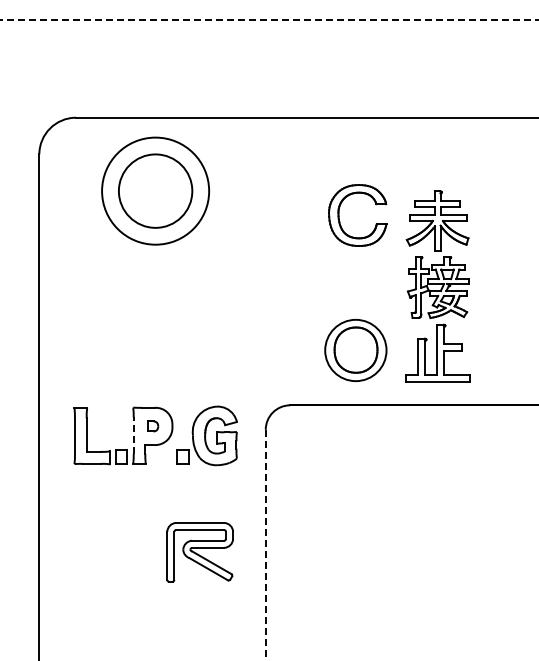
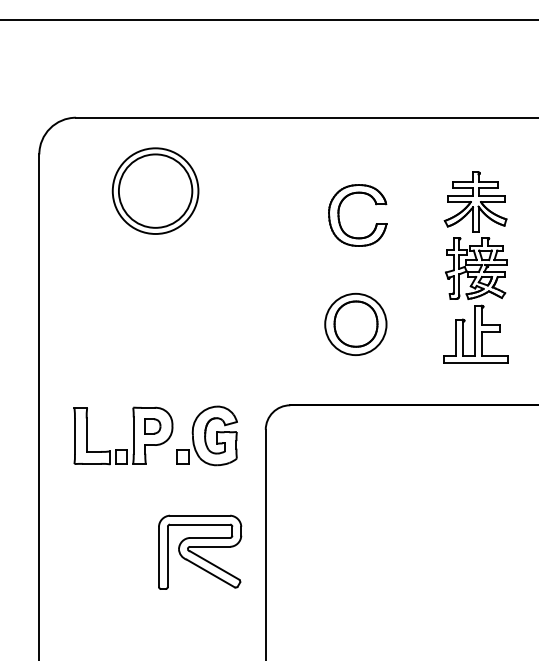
line at (269, 19): dashed -> solid
circle at (155, 190) diameter: 107 px -> 86 px
part at (437, 286) position: (437, 286) -> (475, 267)
part at (355, 349) position: (355, 349) -> (355, 323)
part at (153, 426) size: 13x13 px -> 18x17 px
line at (133, 435): dashed -> solid
line at (265, 545): dashed -> solid
part at (199, 552) size: 68x61 px -> 85x76 px
